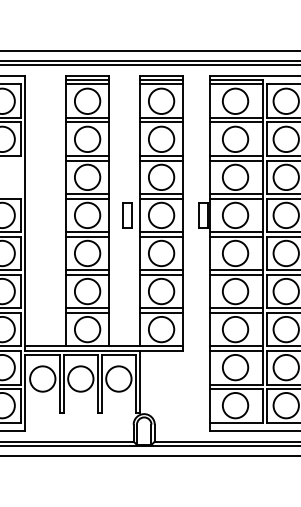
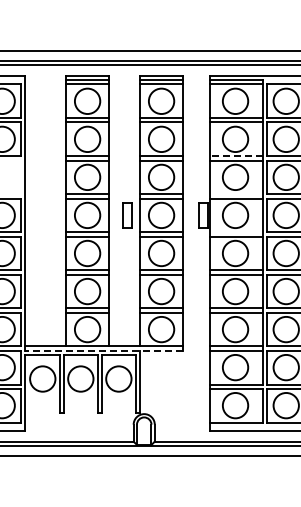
line at (236, 156): solid -> dashed
line at (236, 194): present -> none
line at (236, 232): present -> none
line at (104, 350): solid -> dashed
